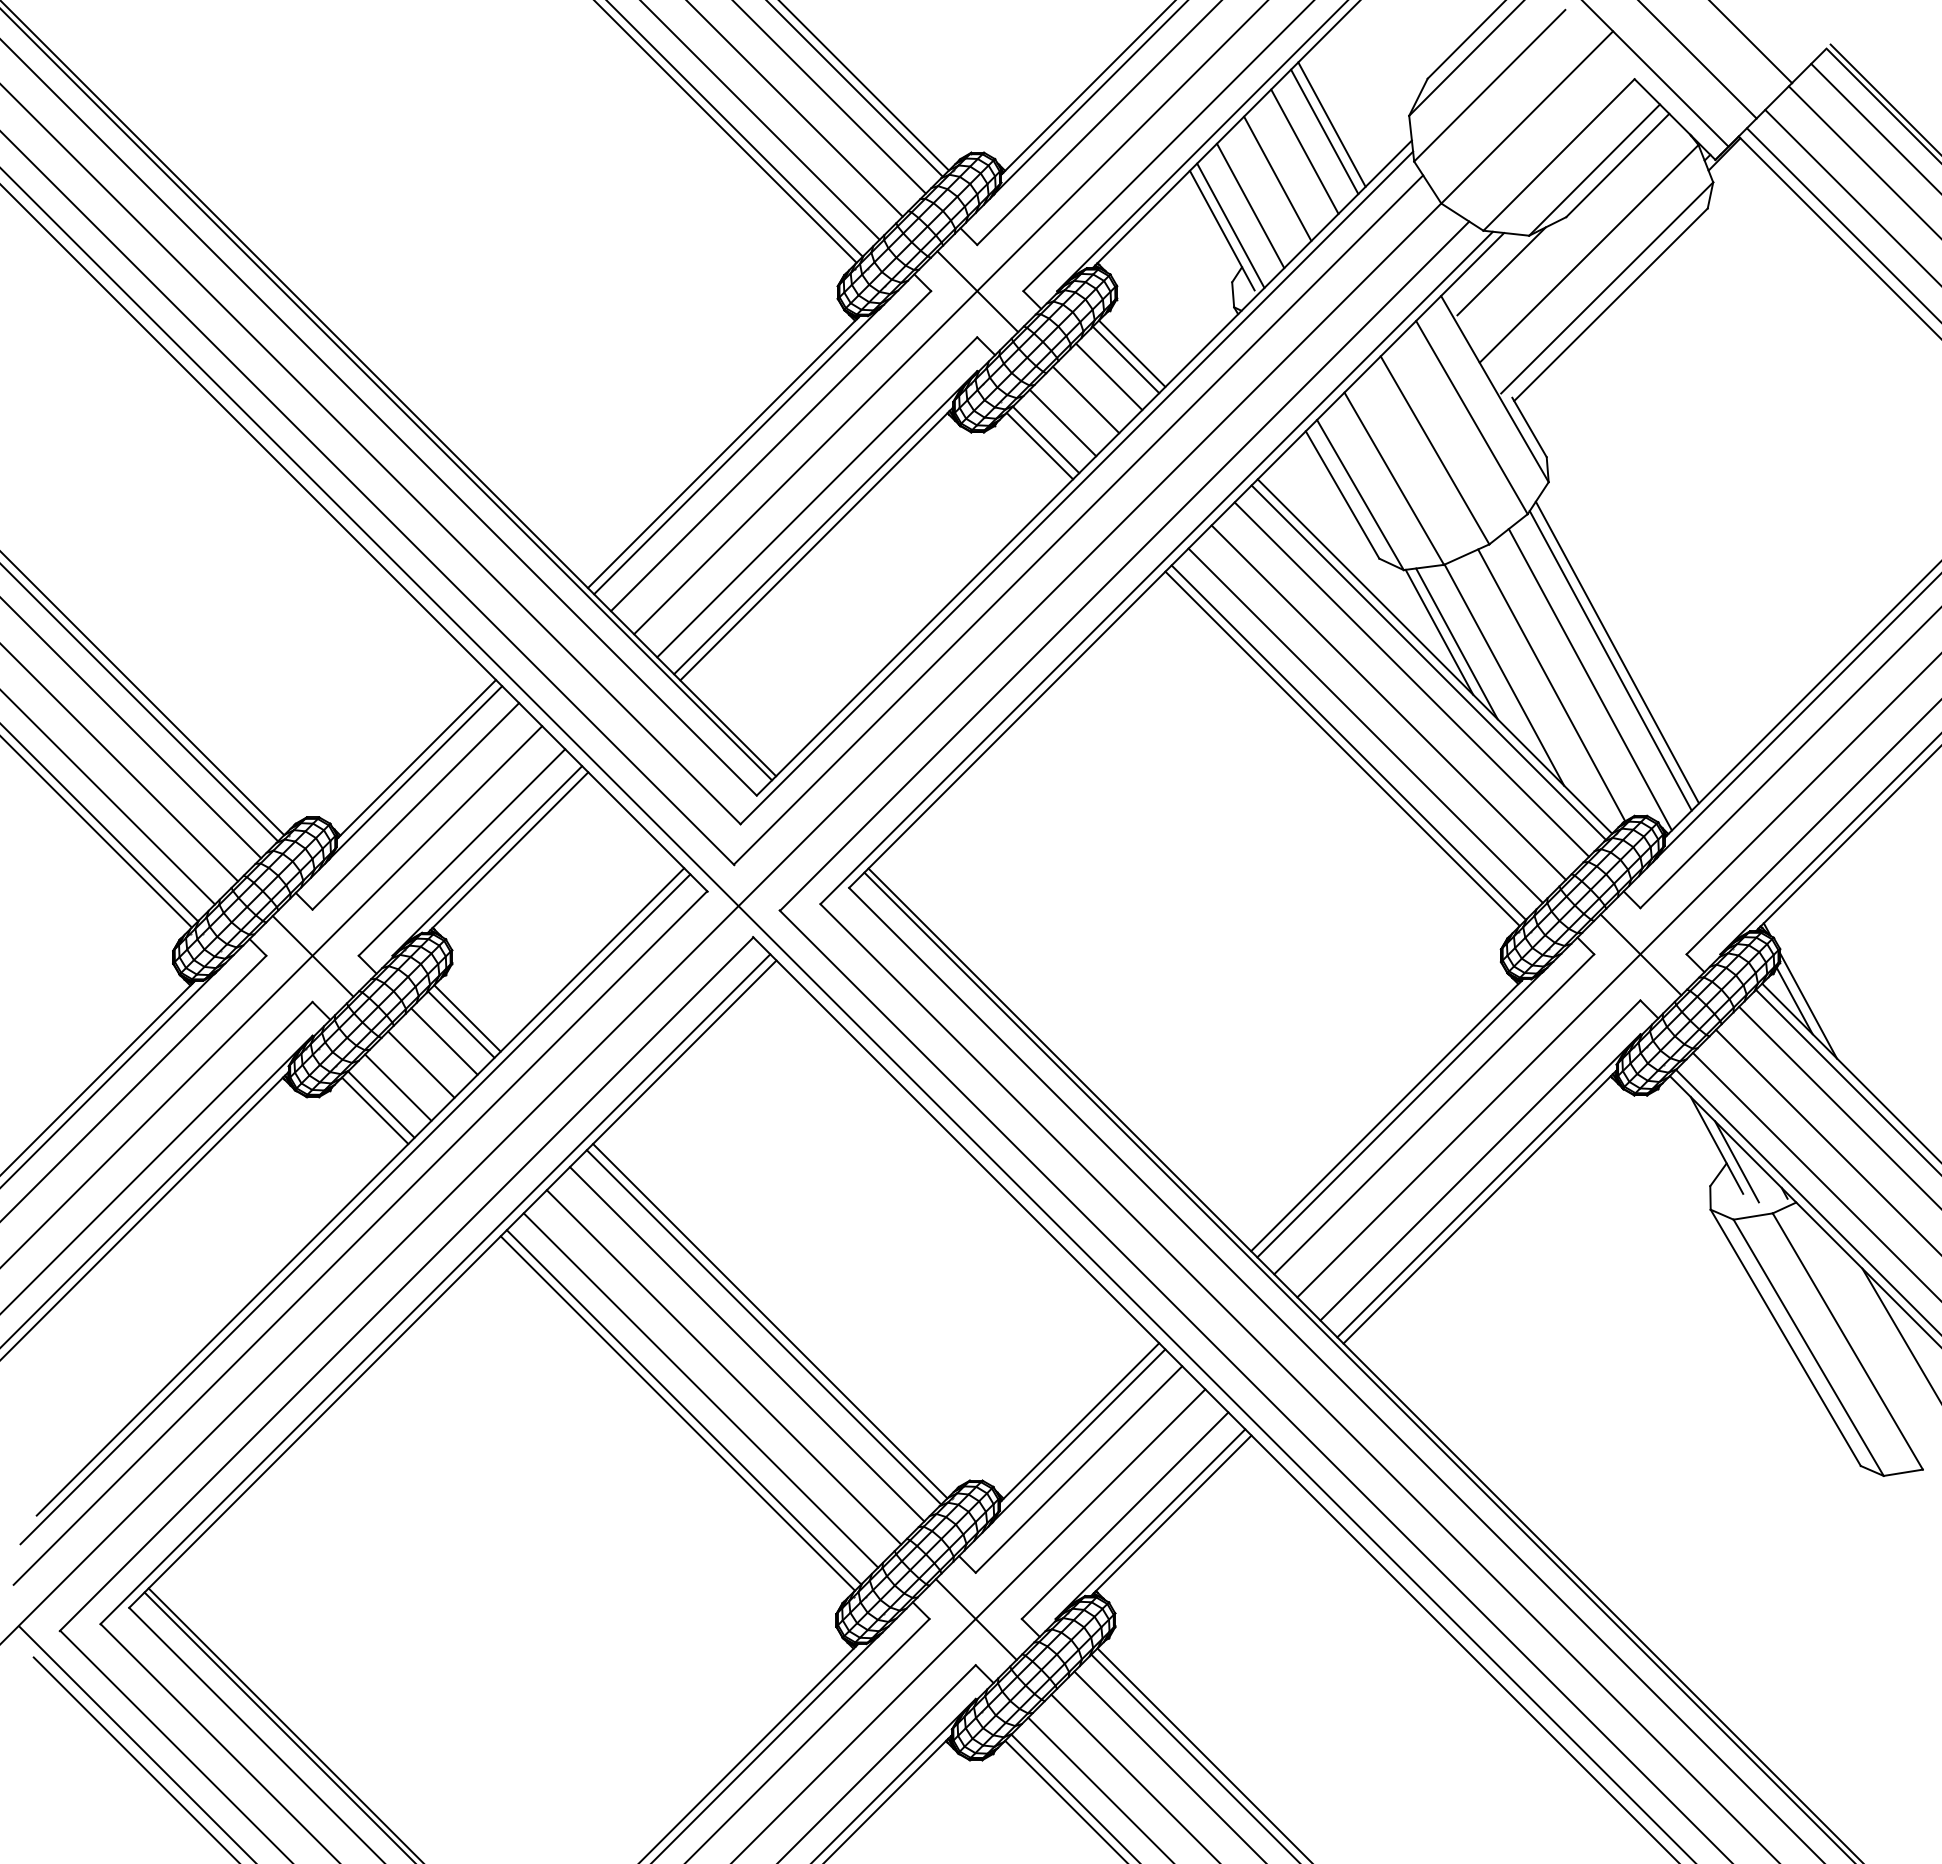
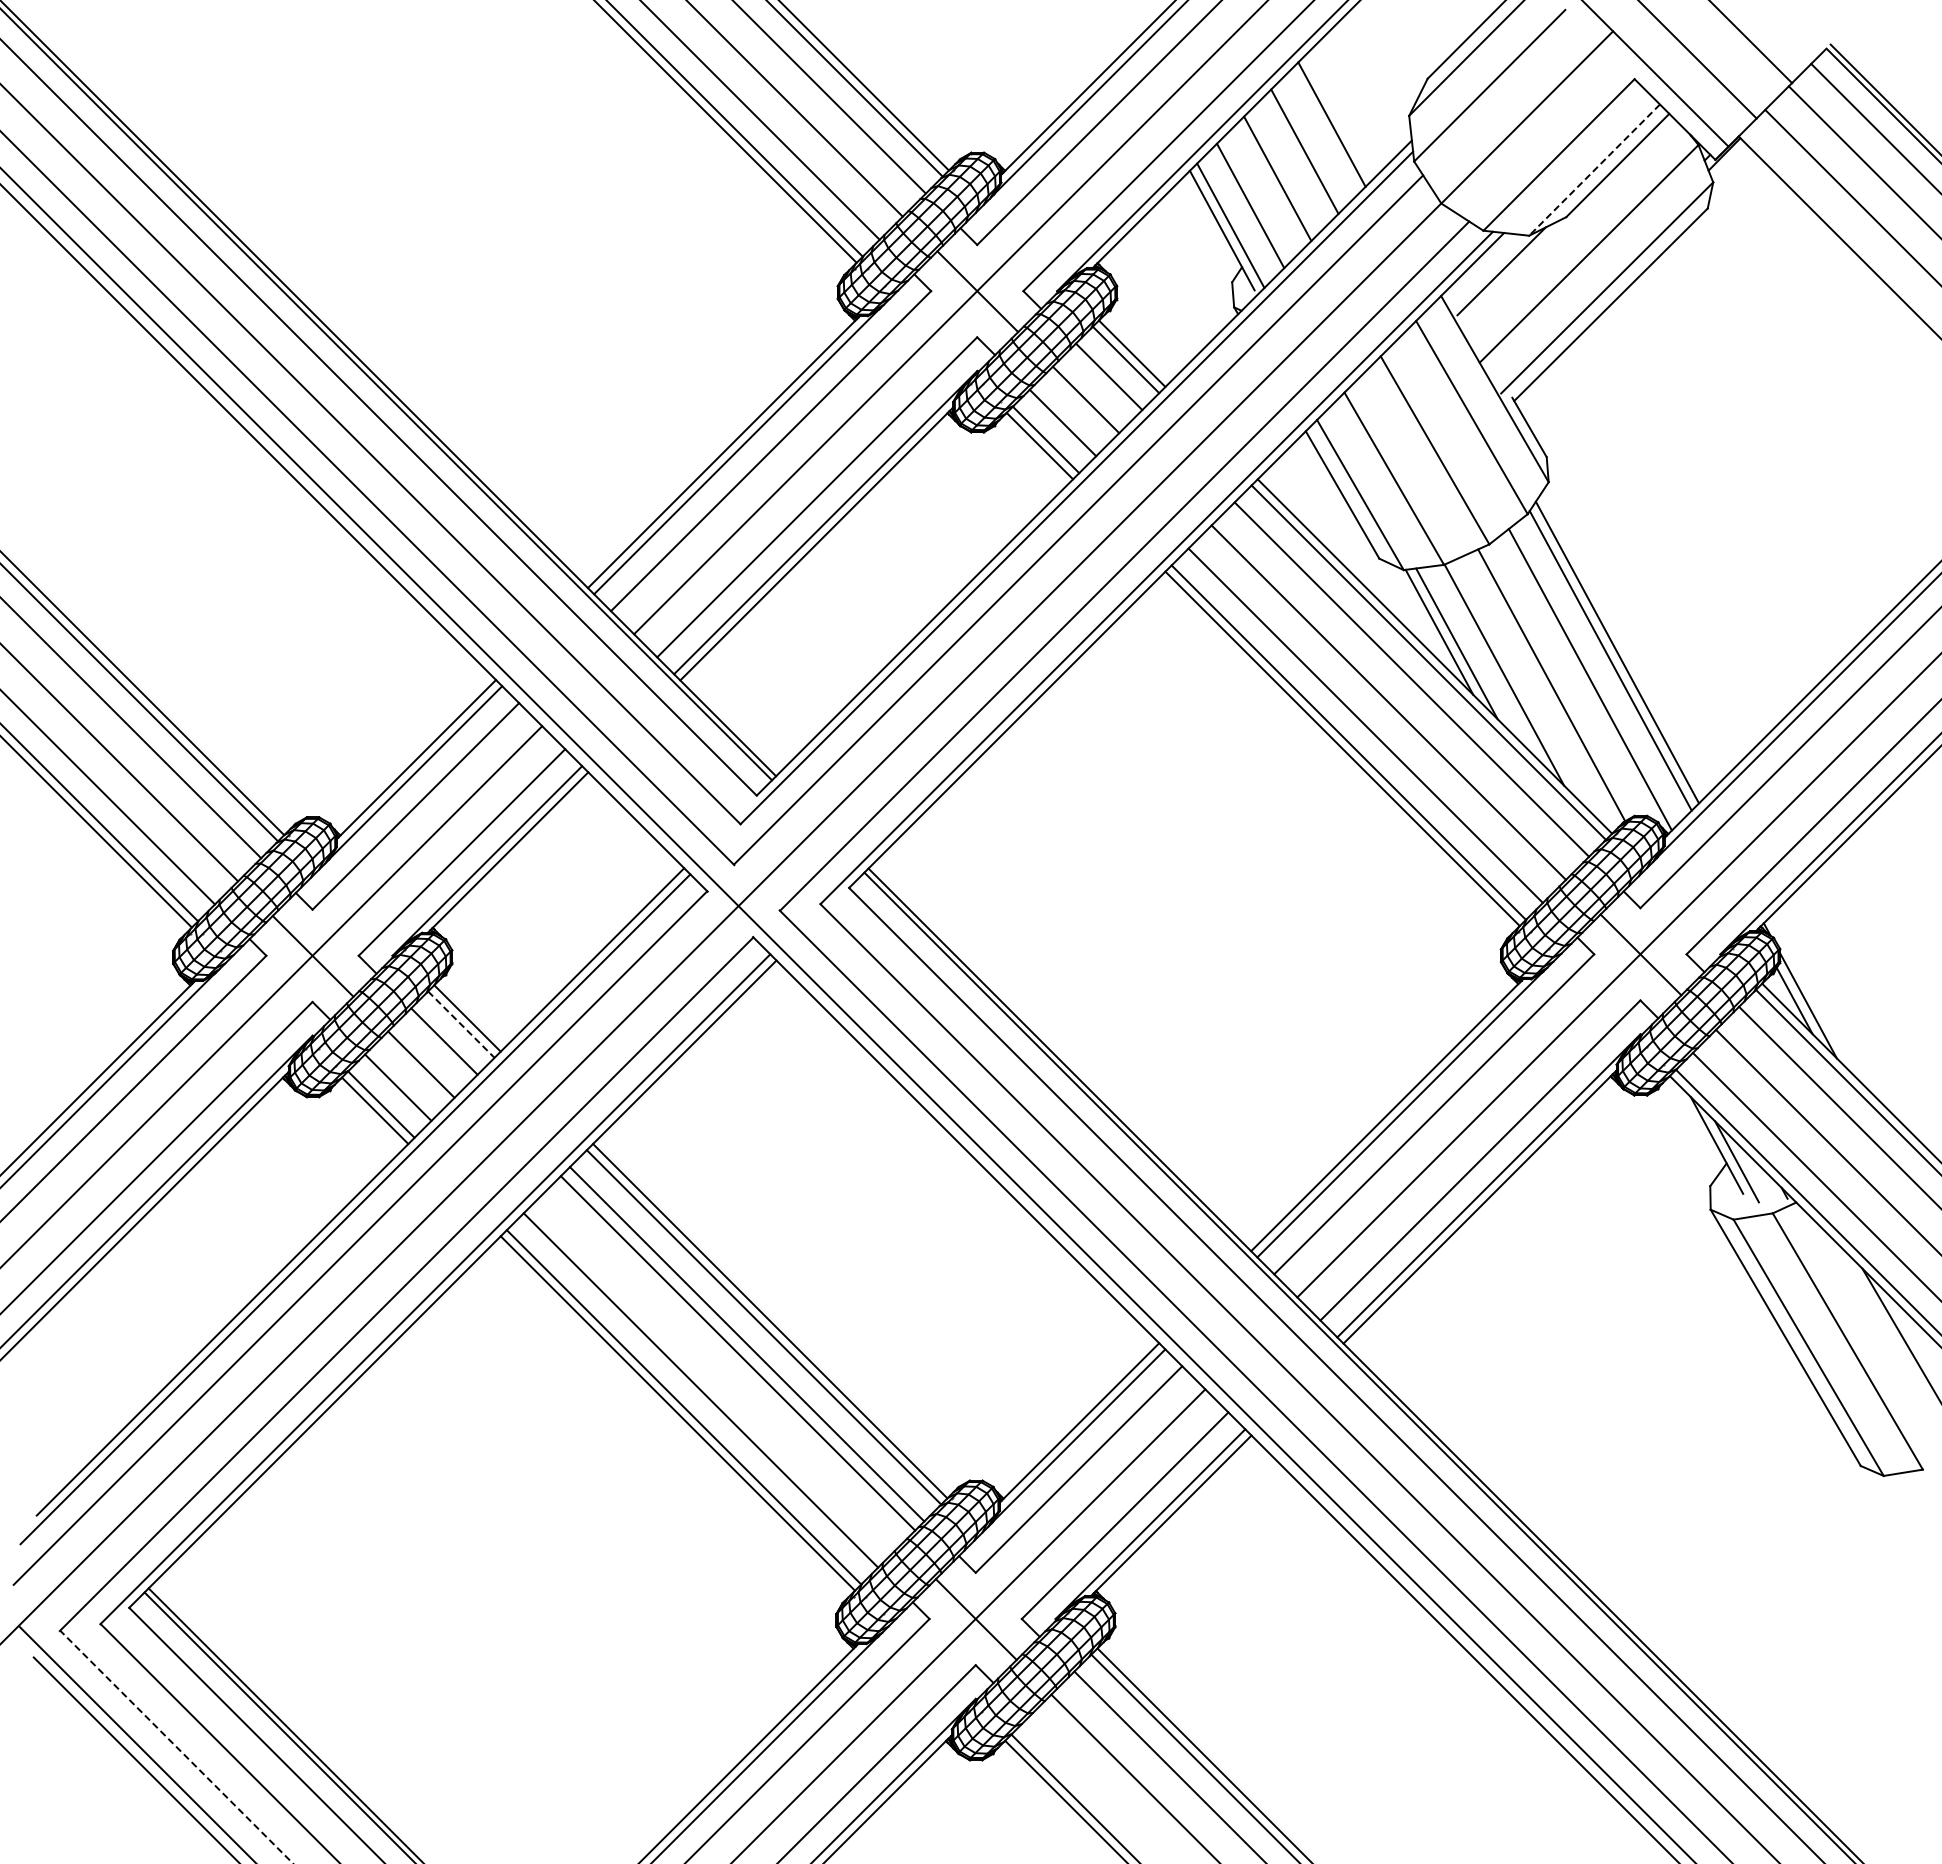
line at (1324, 131): present -> none
line at (1594, 170): solid -> dashed
line at (1842, 223): present -> none
line at (461, 1024): solid -> dashed
line at (723, 1367) position: (723, 1367) -> (737, 1353)
line at (176, 1746): solid -> dashed
line at (1099, 1788): present -> none
